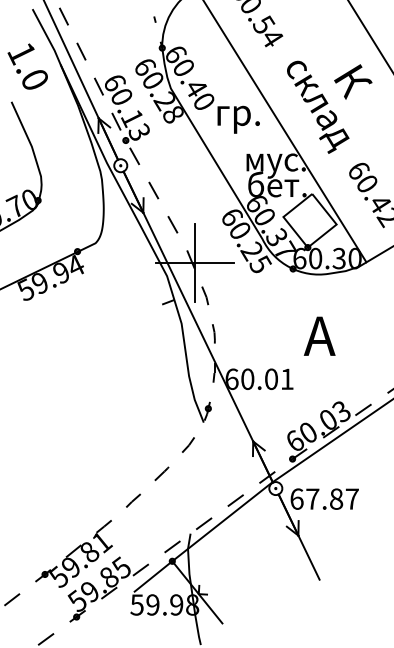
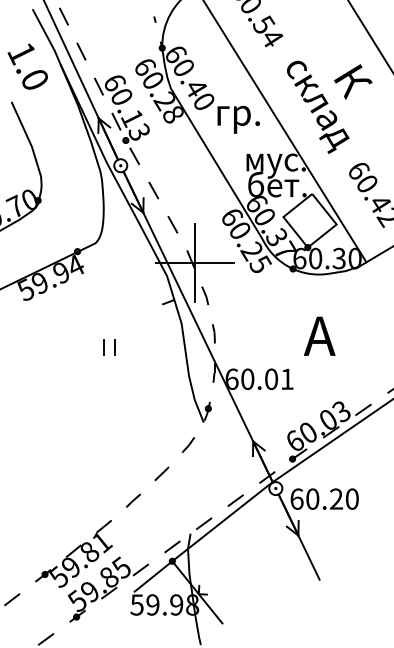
part at (109, 347): none -> present
text at (332, 498): 67.87 -> 60.20
